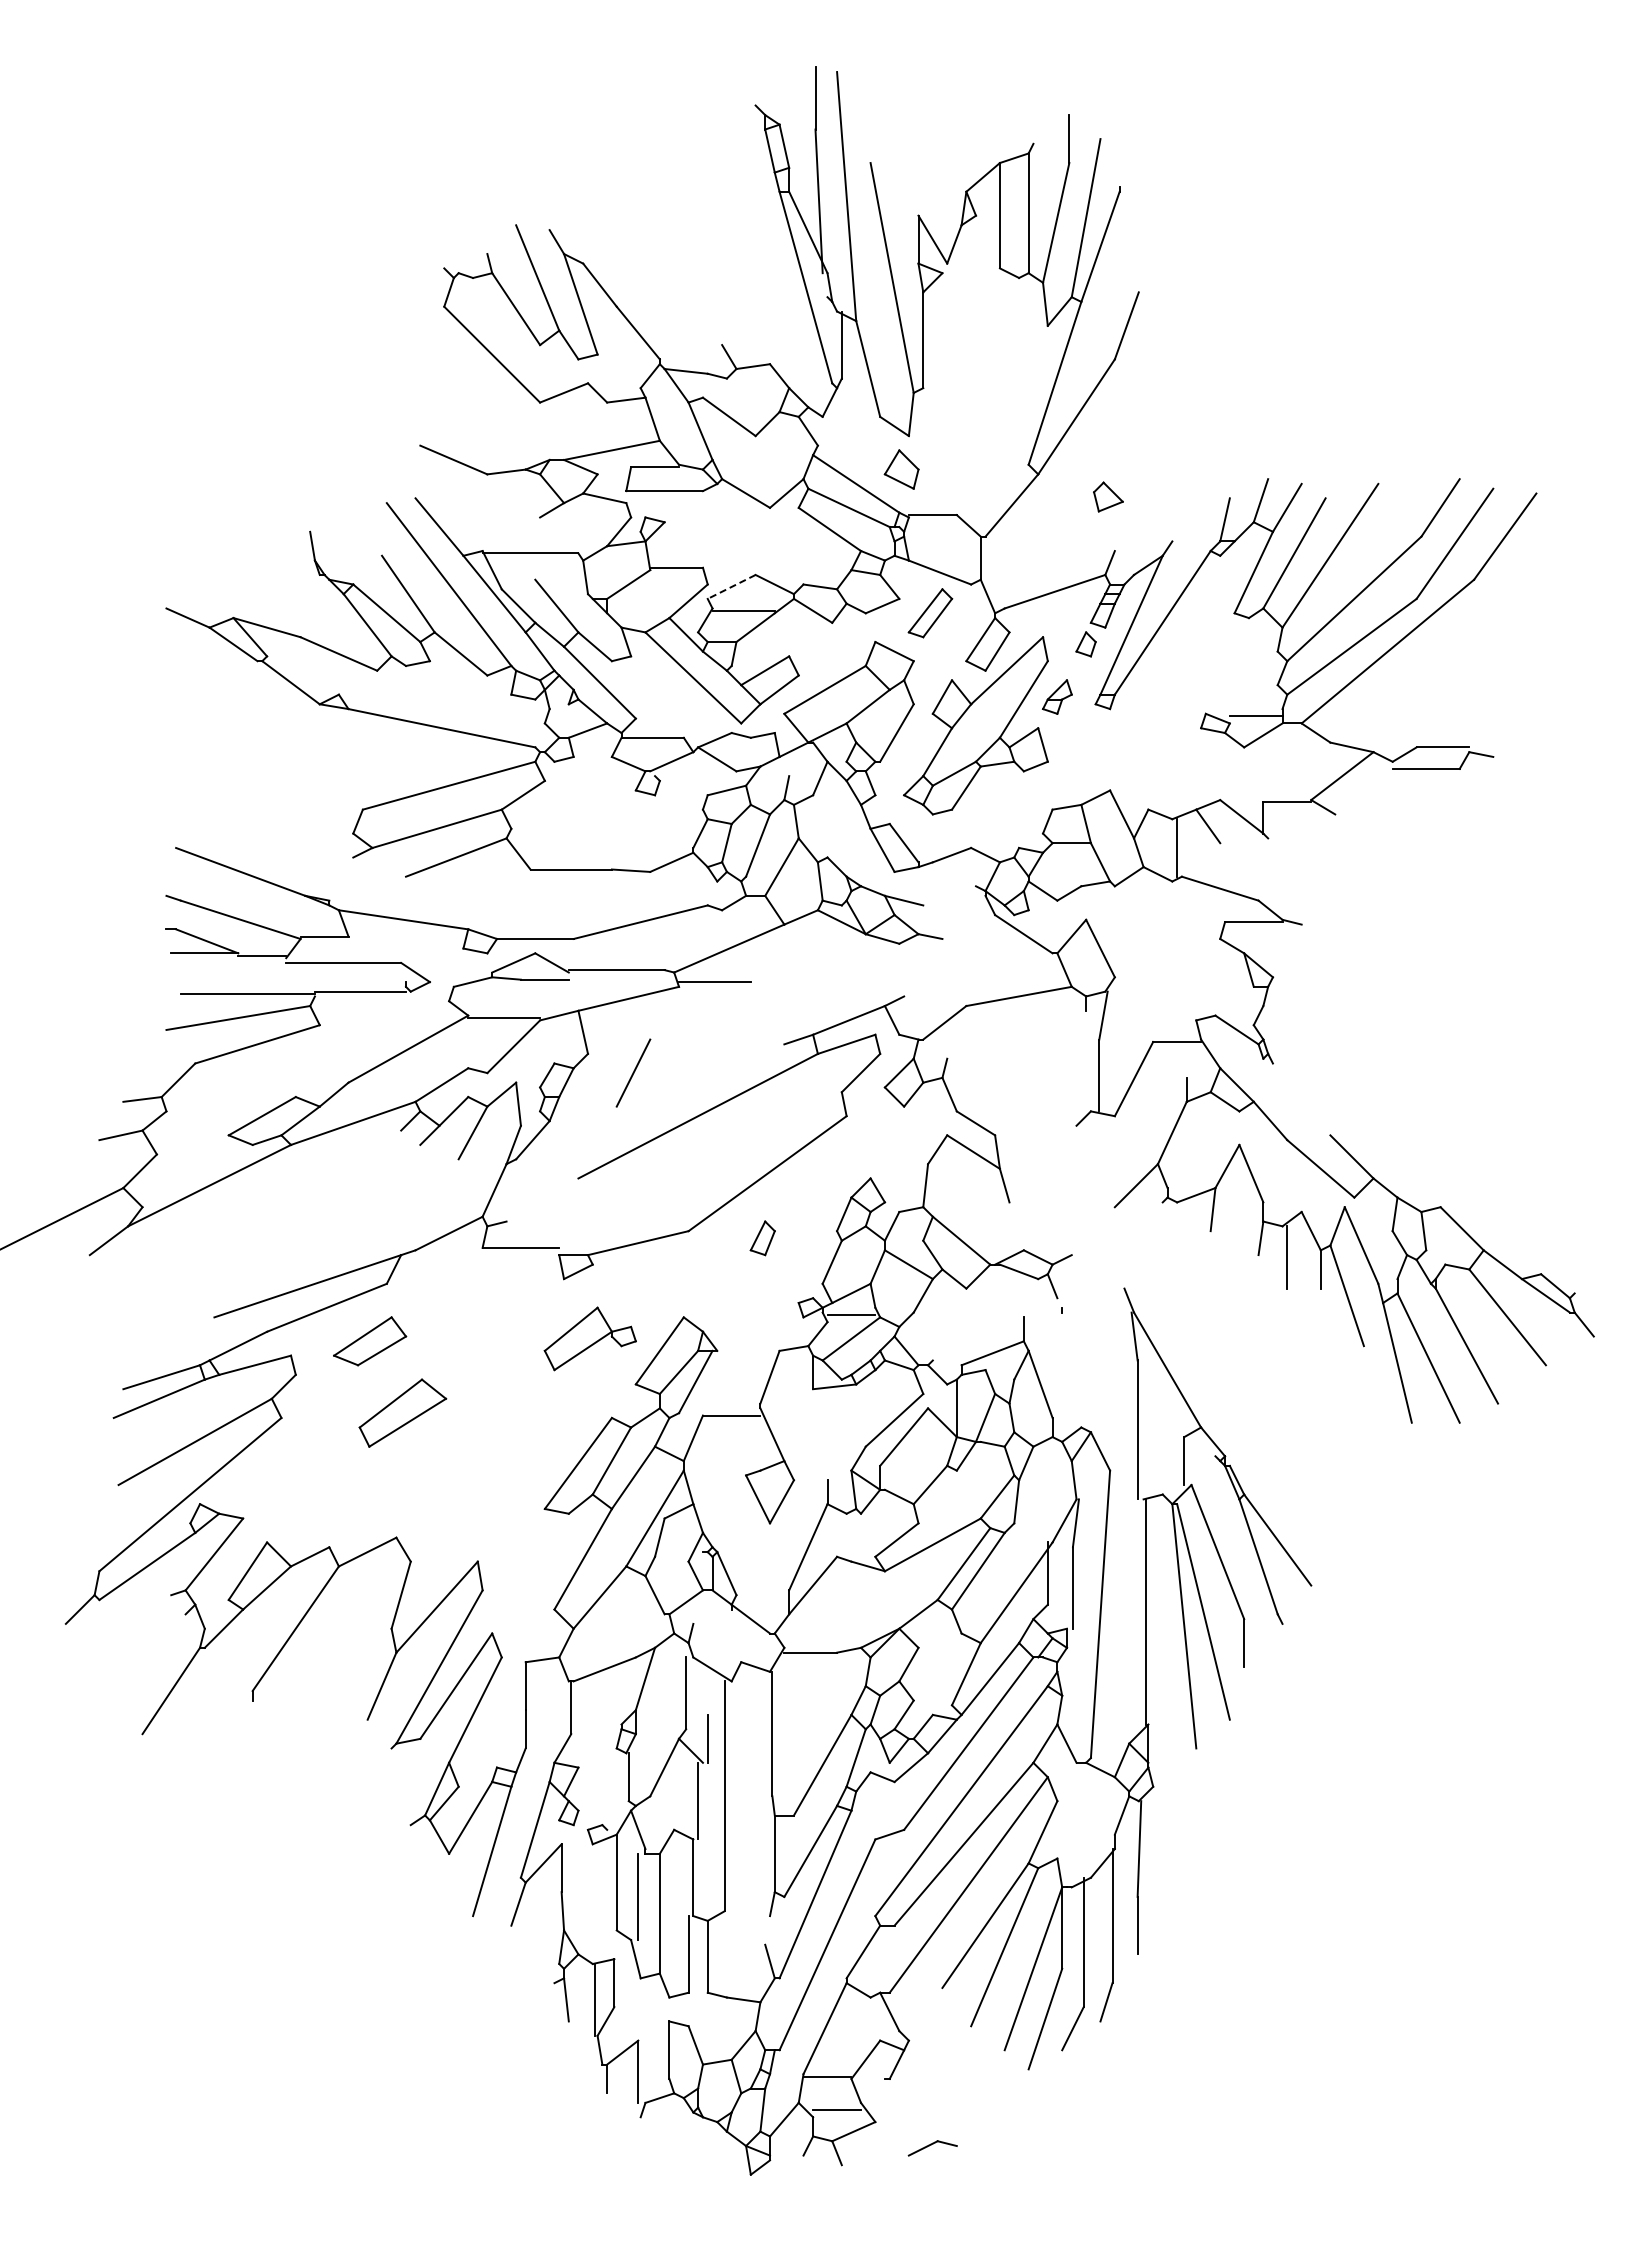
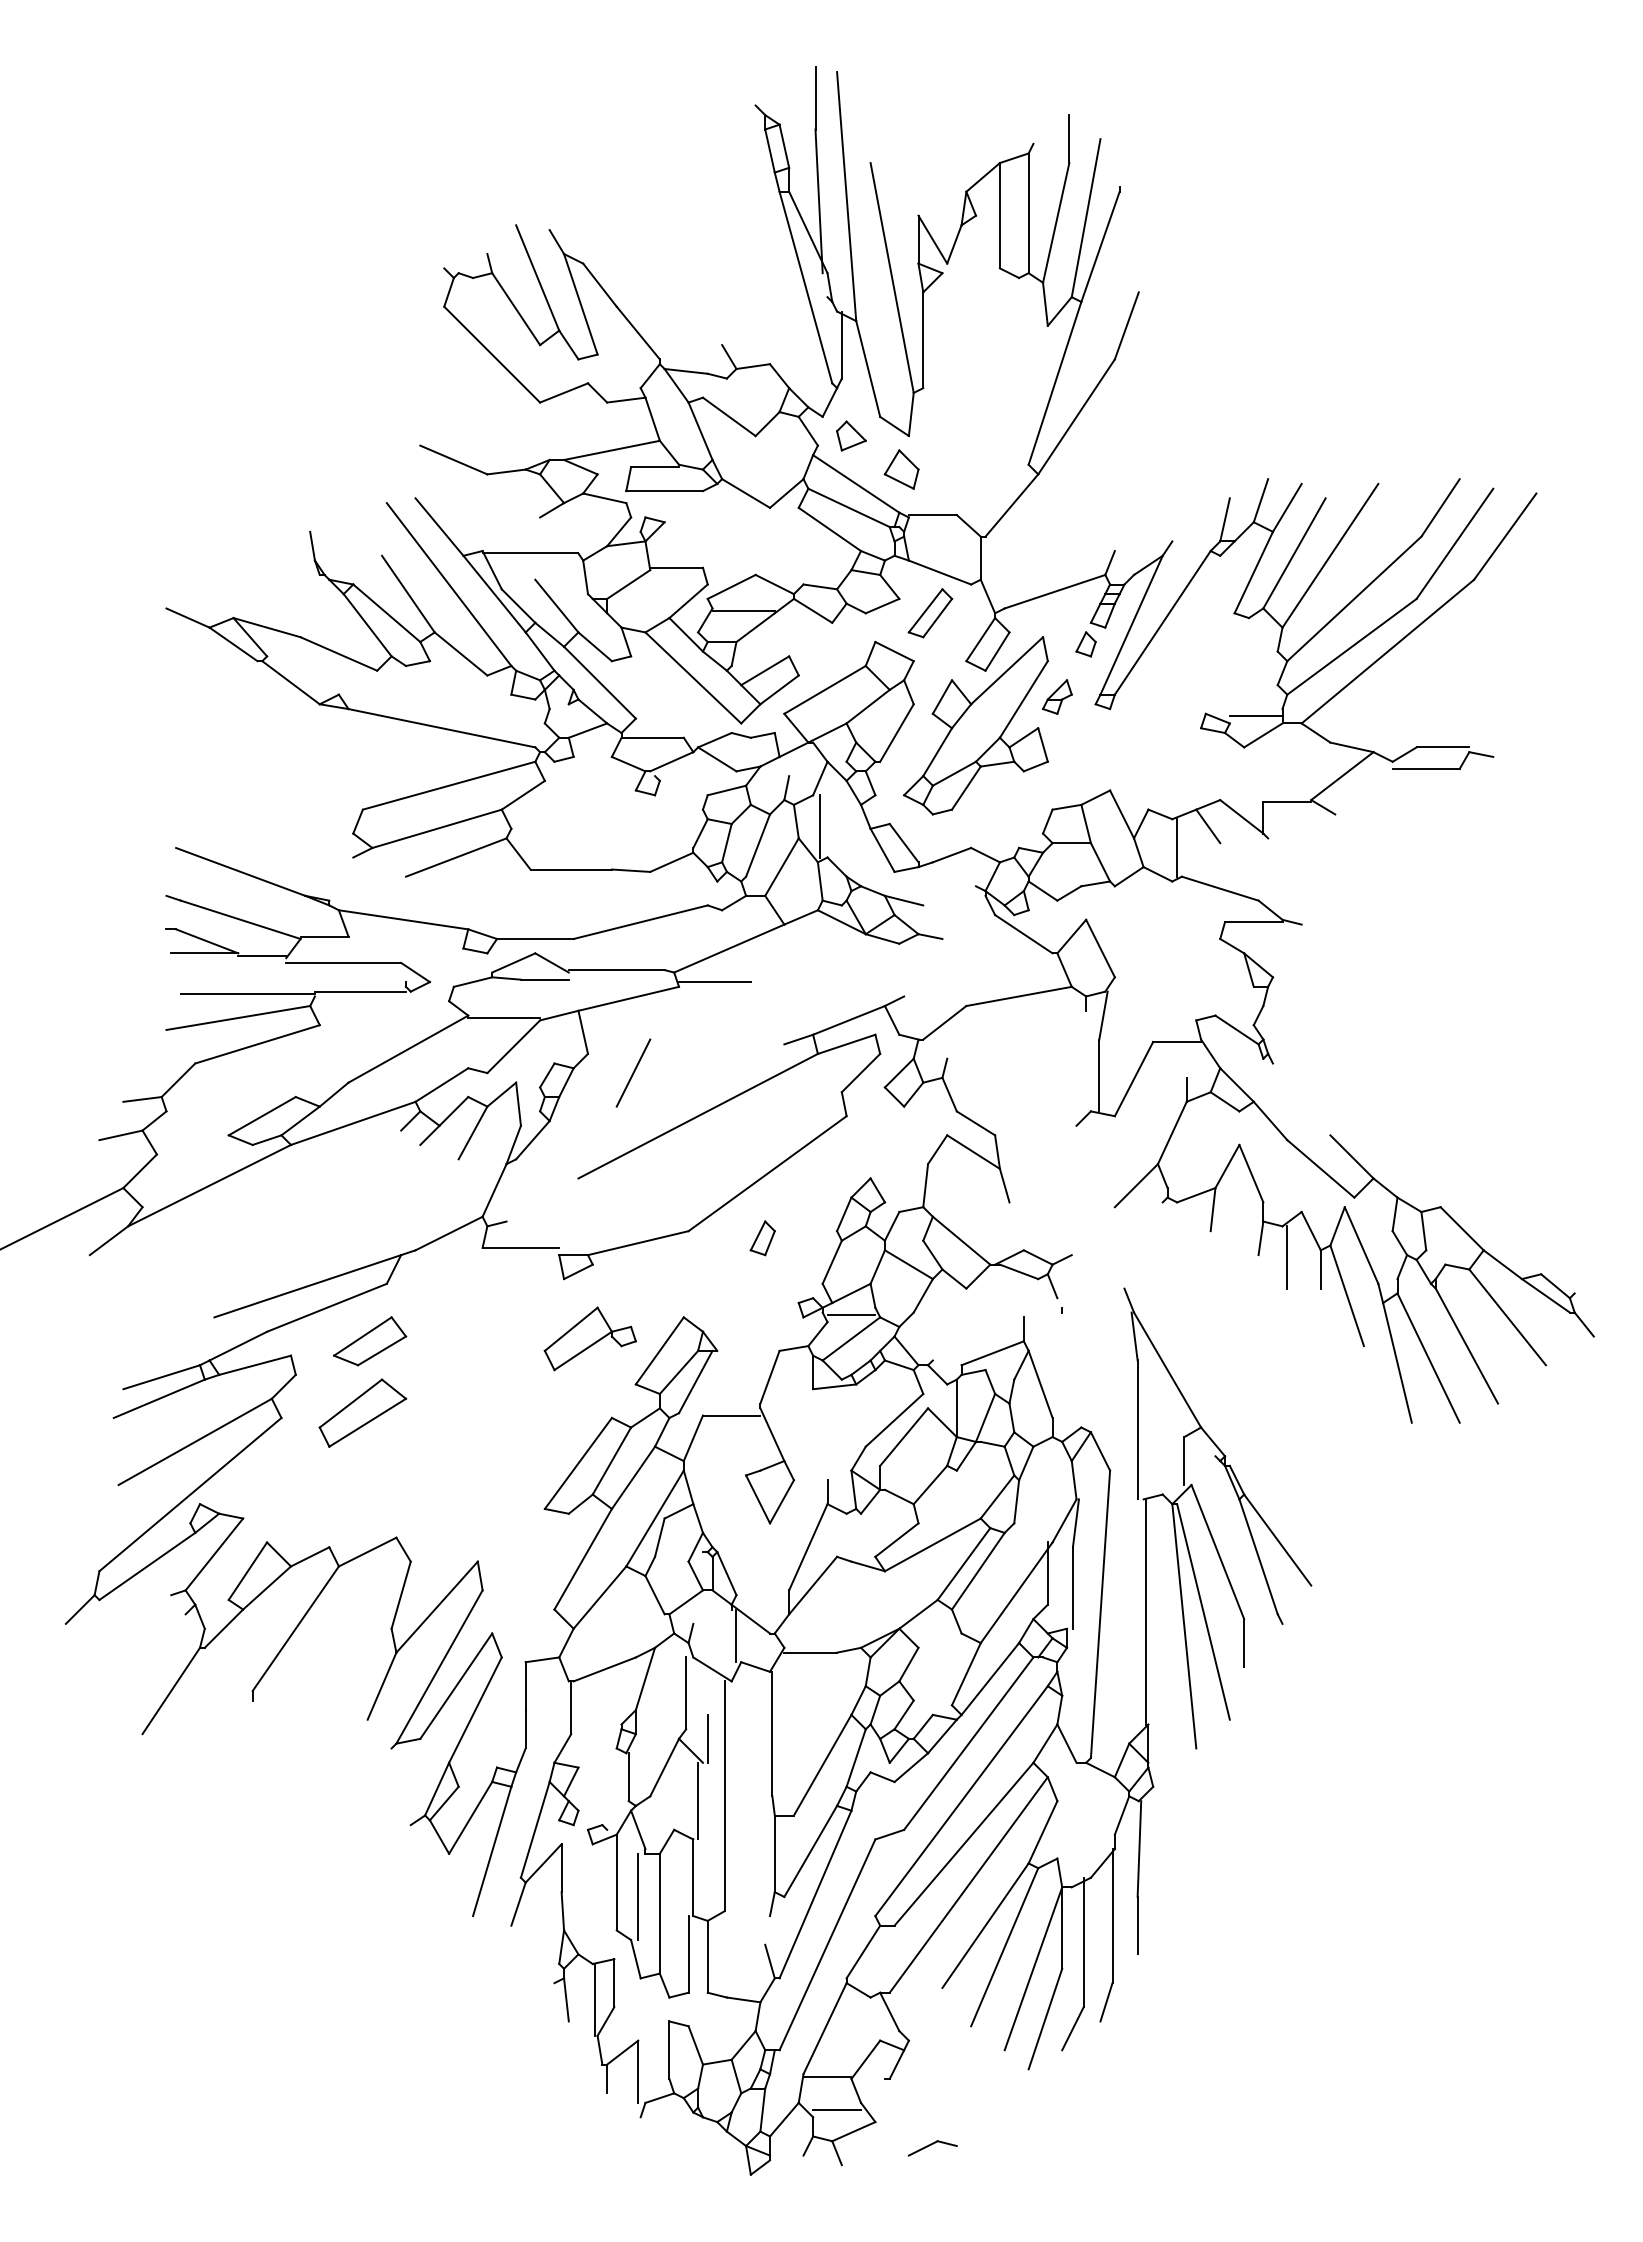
part at (1108, 496) position: (1108, 496) -> (851, 435)
line at (731, 586): dashed -> solid
line at (820, 826): none -> present
part at (402, 1412) position: (402, 1412) -> (362, 1412)
line at (736, 1635): none -> present
